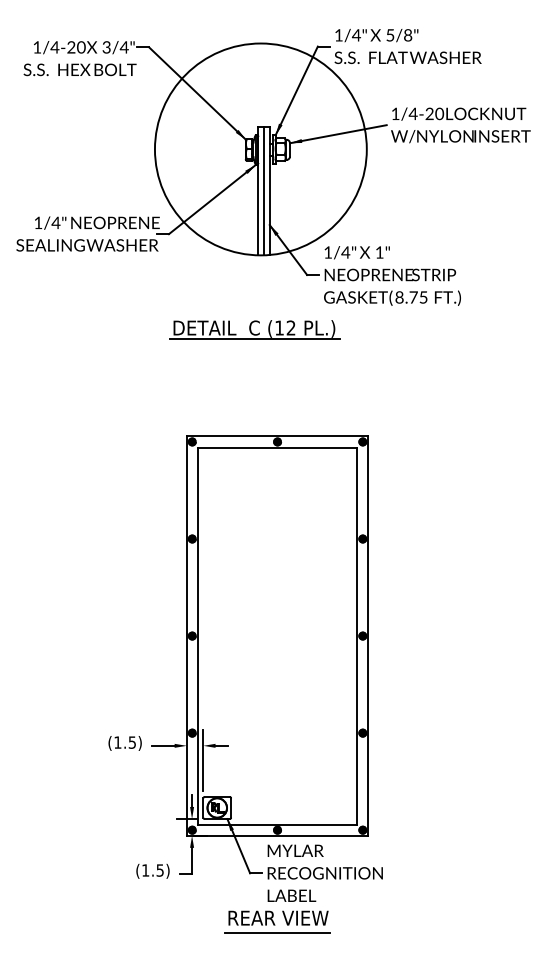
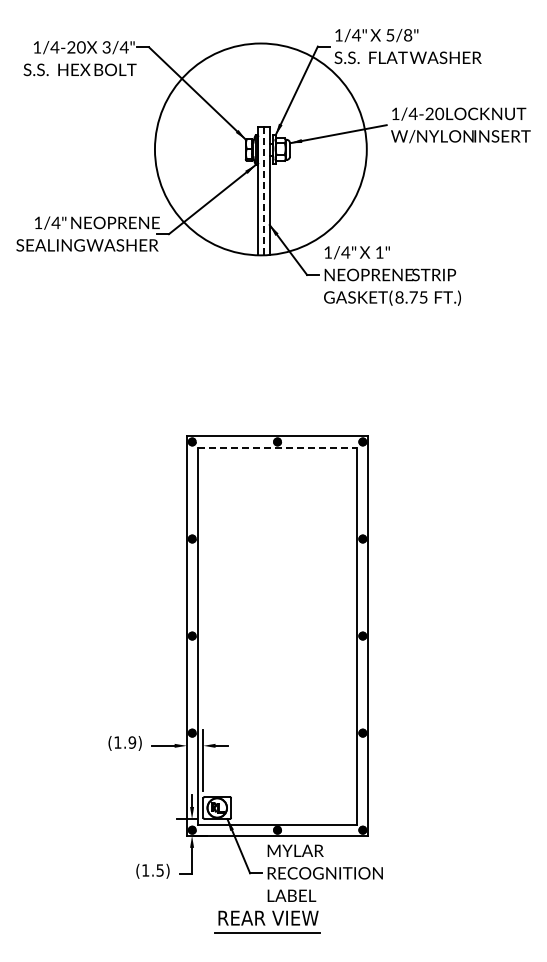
line at (263, 191): solid -> dashed
part at (254, 329): present -> none
line at (277, 447): solid -> dashed
text at (132, 742): (1.5) -> (1.9)
part at (277, 921) position: (277, 921) -> (267, 921)
